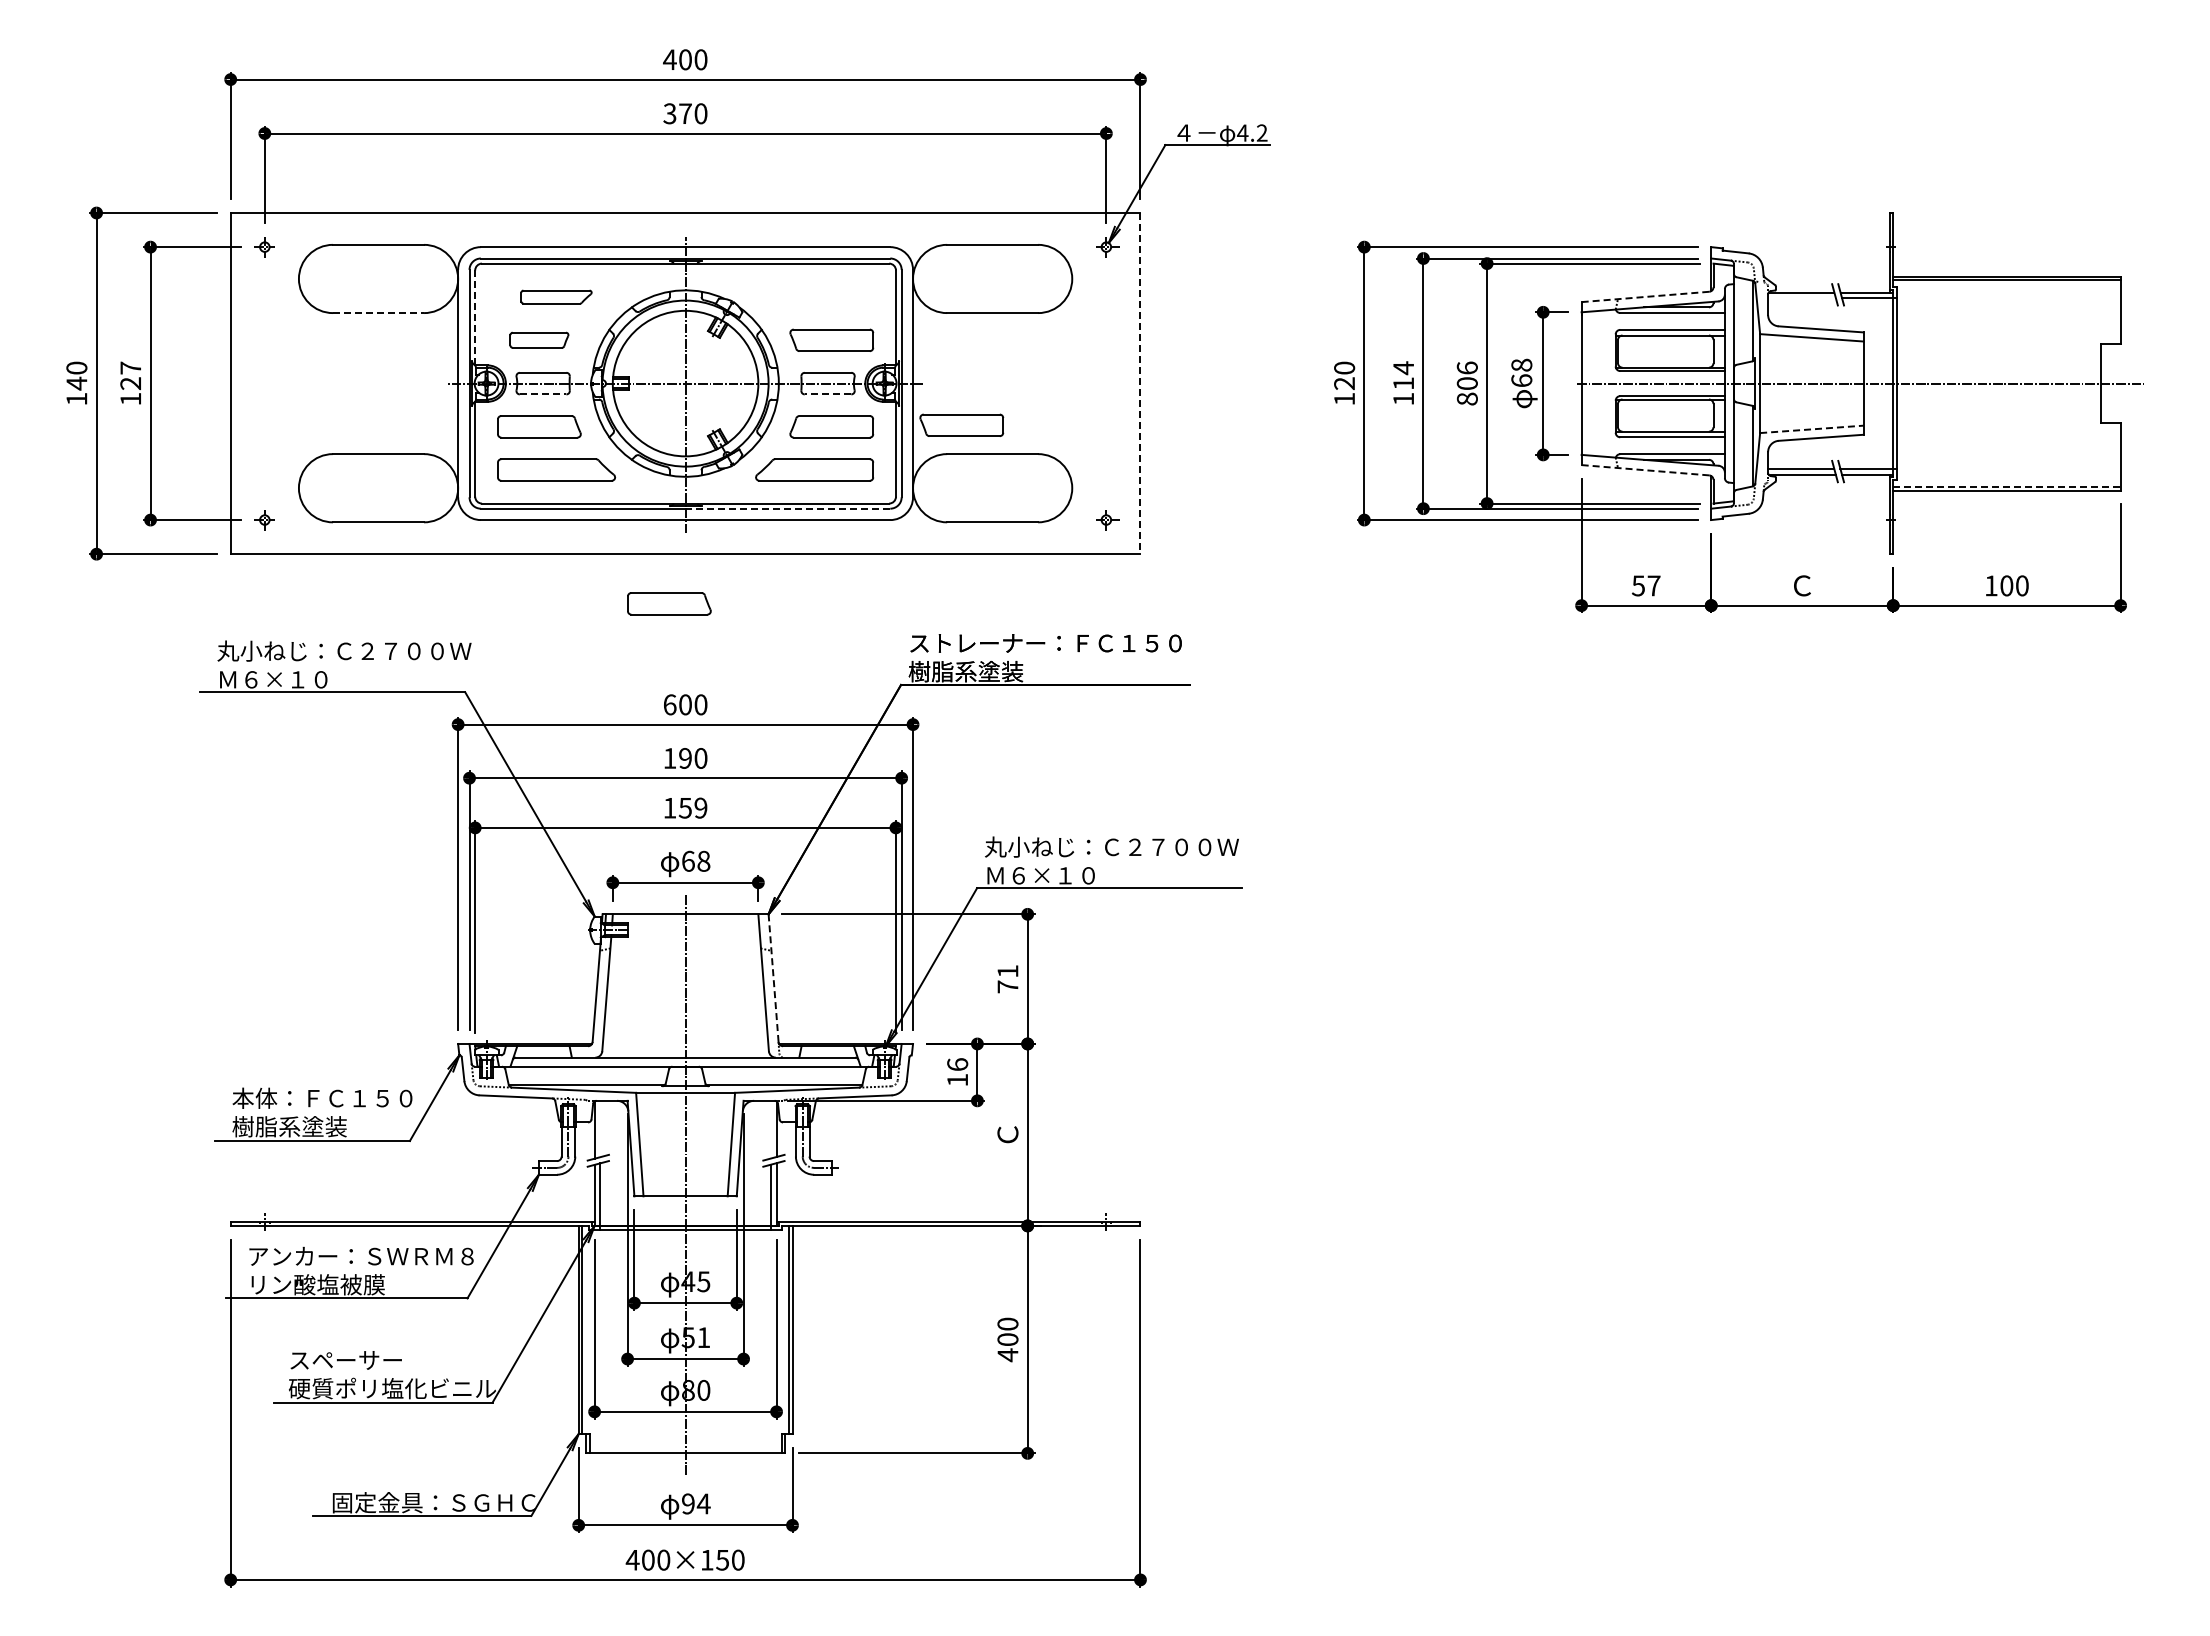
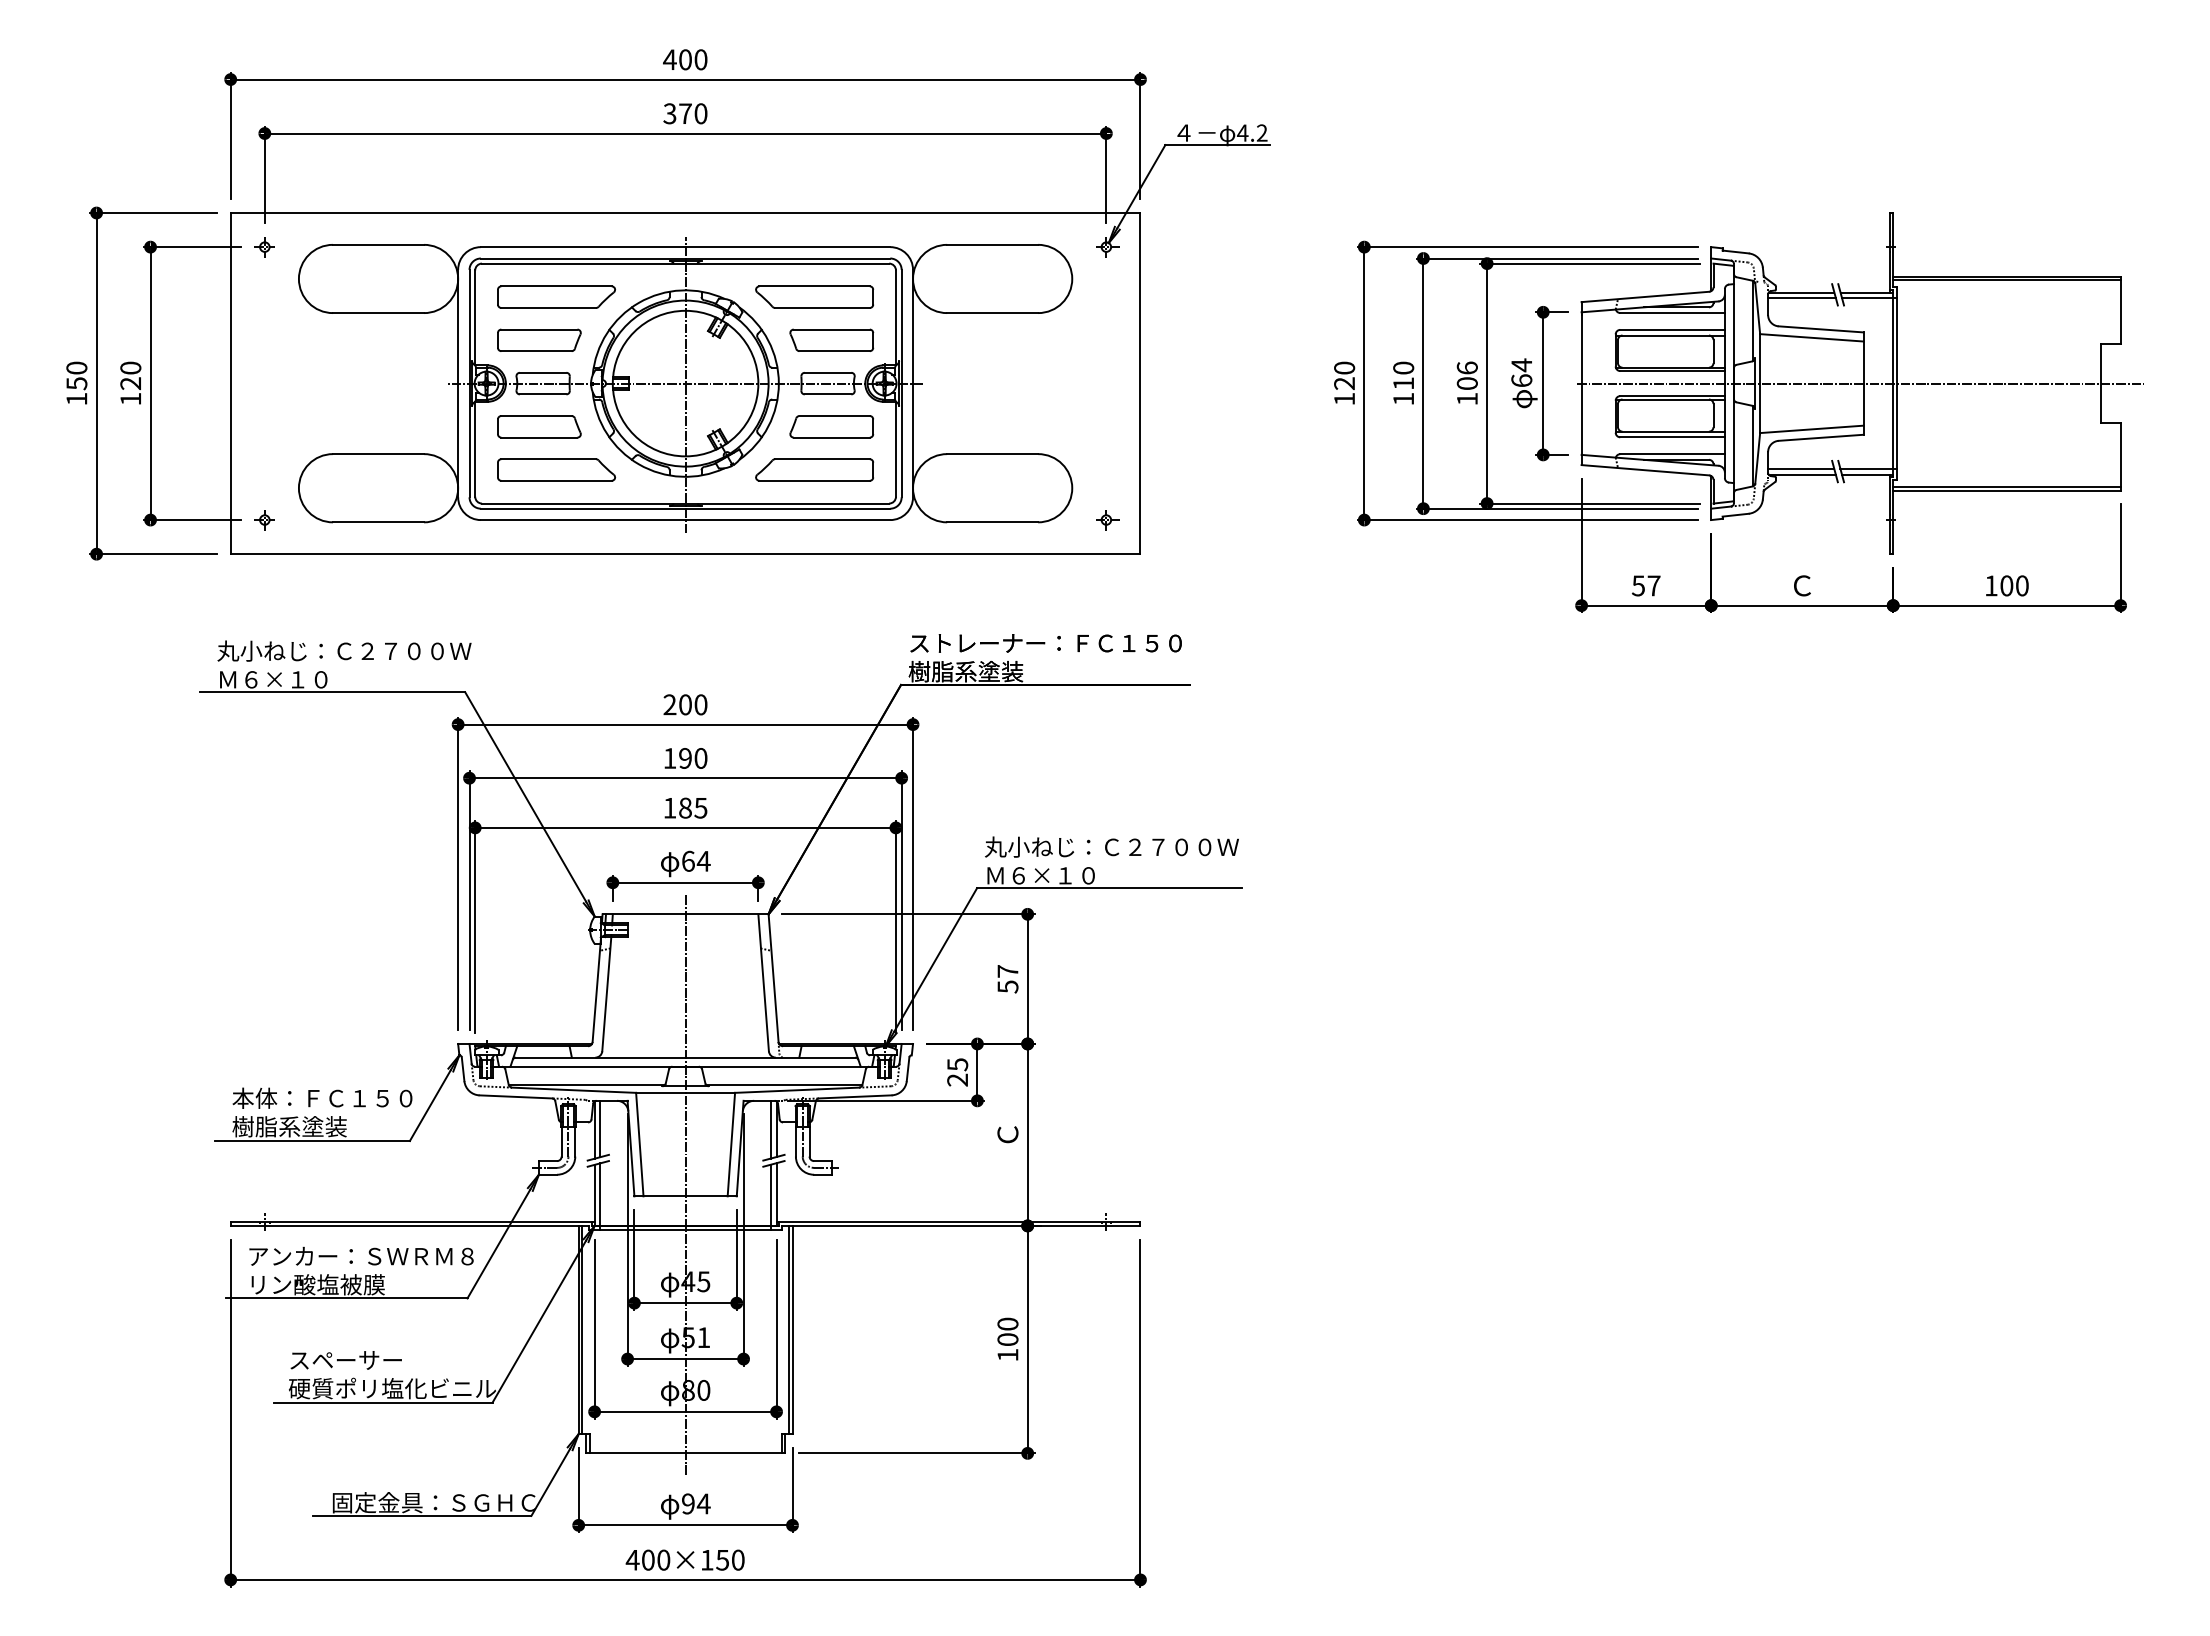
part at (556, 296) size: 73x16 px -> 119x24 px
part at (814, 296): none -> present
line at (1644, 296): dashed -> solid
line at (1801, 298): none -> present
line at (379, 313): dashed -> solid
line at (475, 317): dashed -> solid
part at (539, 339) size: 61x18 px -> 85x24 px
text at (1521, 365): 68 -> 64
text at (130, 367): 127 -> 120
text at (1403, 368): 114 -> 110
text at (76, 383): 140 -> 150
line at (1140, 383): dashed -> solid
line at (543, 394): dashed -> solid
line at (827, 394): dashed -> solid
text at (1466, 398): 806 -> 106
part at (961, 424): present -> none
line at (1811, 429): dashed -> solid
line at (1644, 470): dashed -> solid
line at (2006, 486): dashed -> solid
line at (787, 508): dashed -> solid
part at (669, 603): present -> none
text at (669, 704): 600 -> 200
text at (692, 807): 159 -> 185
text at (703, 860): 68 -> 64
line at (773, 977): dashed -> solid
text at (1007, 979): 71 -> 57
text at (957, 1072): 16 -> 25
line at (600, 1128): none -> present
line at (770, 1129): none -> present
text at (1007, 1355): 400 -> 100
